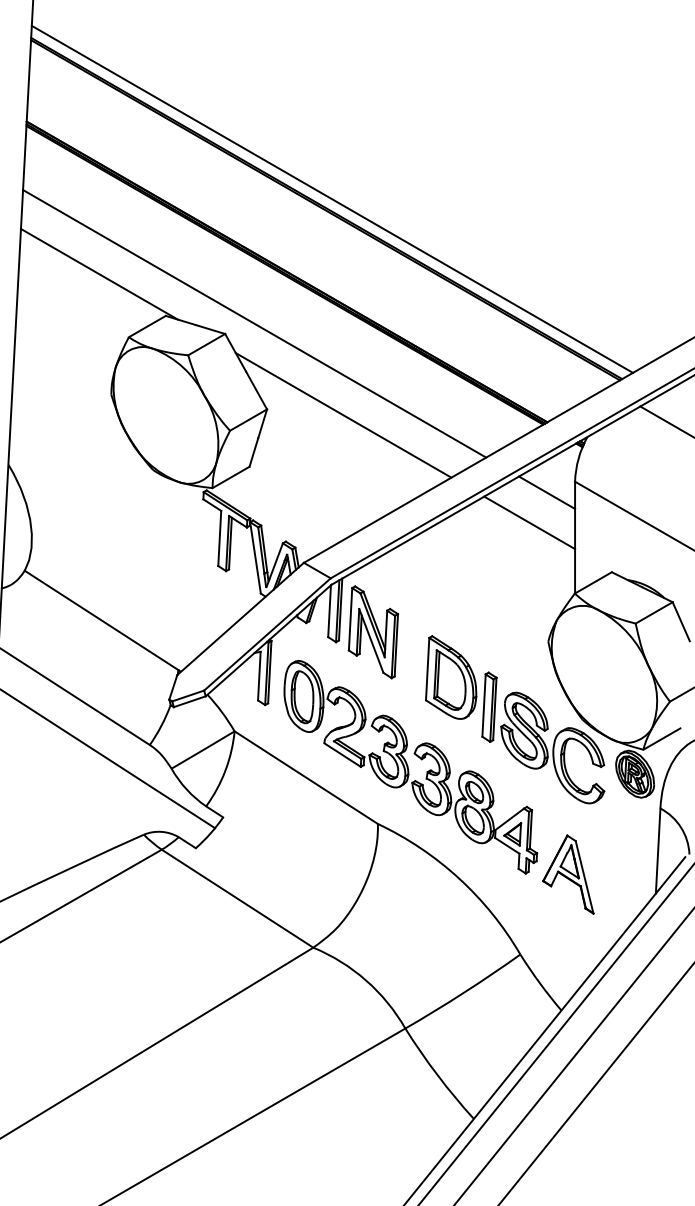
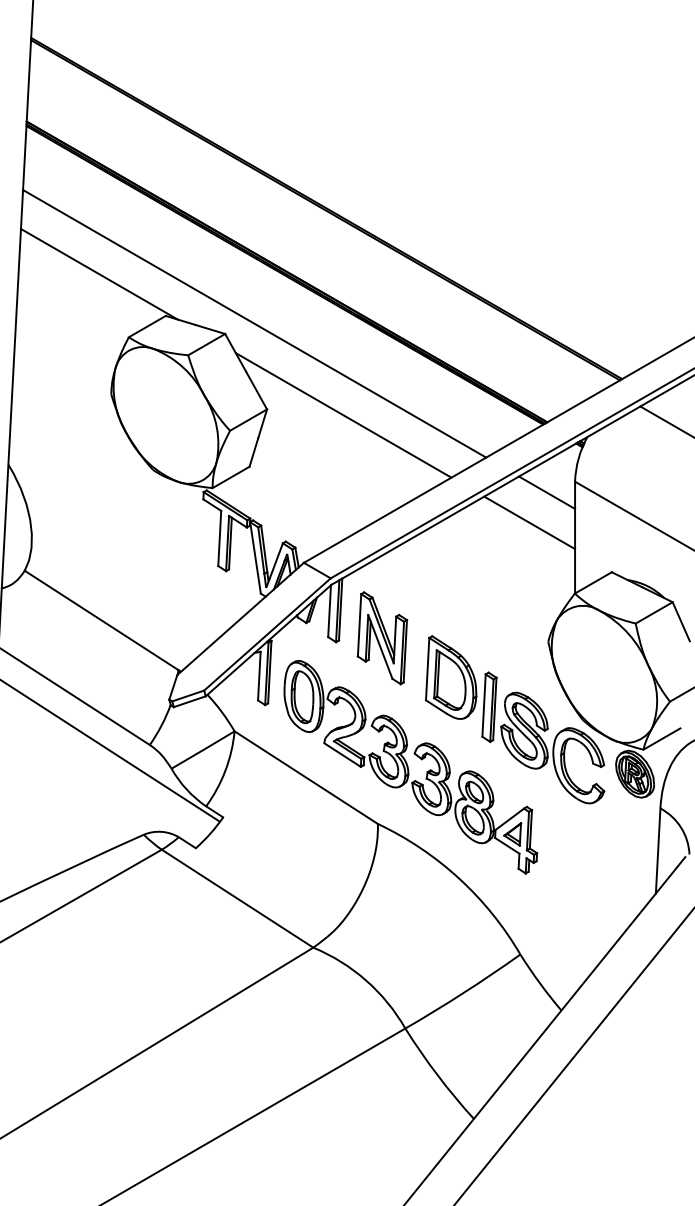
line at (331, 198): present -> none
part at (373, 632) position: (373, 632) -> (382, 638)
line at (108, 759) position: (108, 759) -> (110, 751)
part at (568, 874): present -> none
line at (555, 1034): present -> none
line at (595, 1084): present -> none
